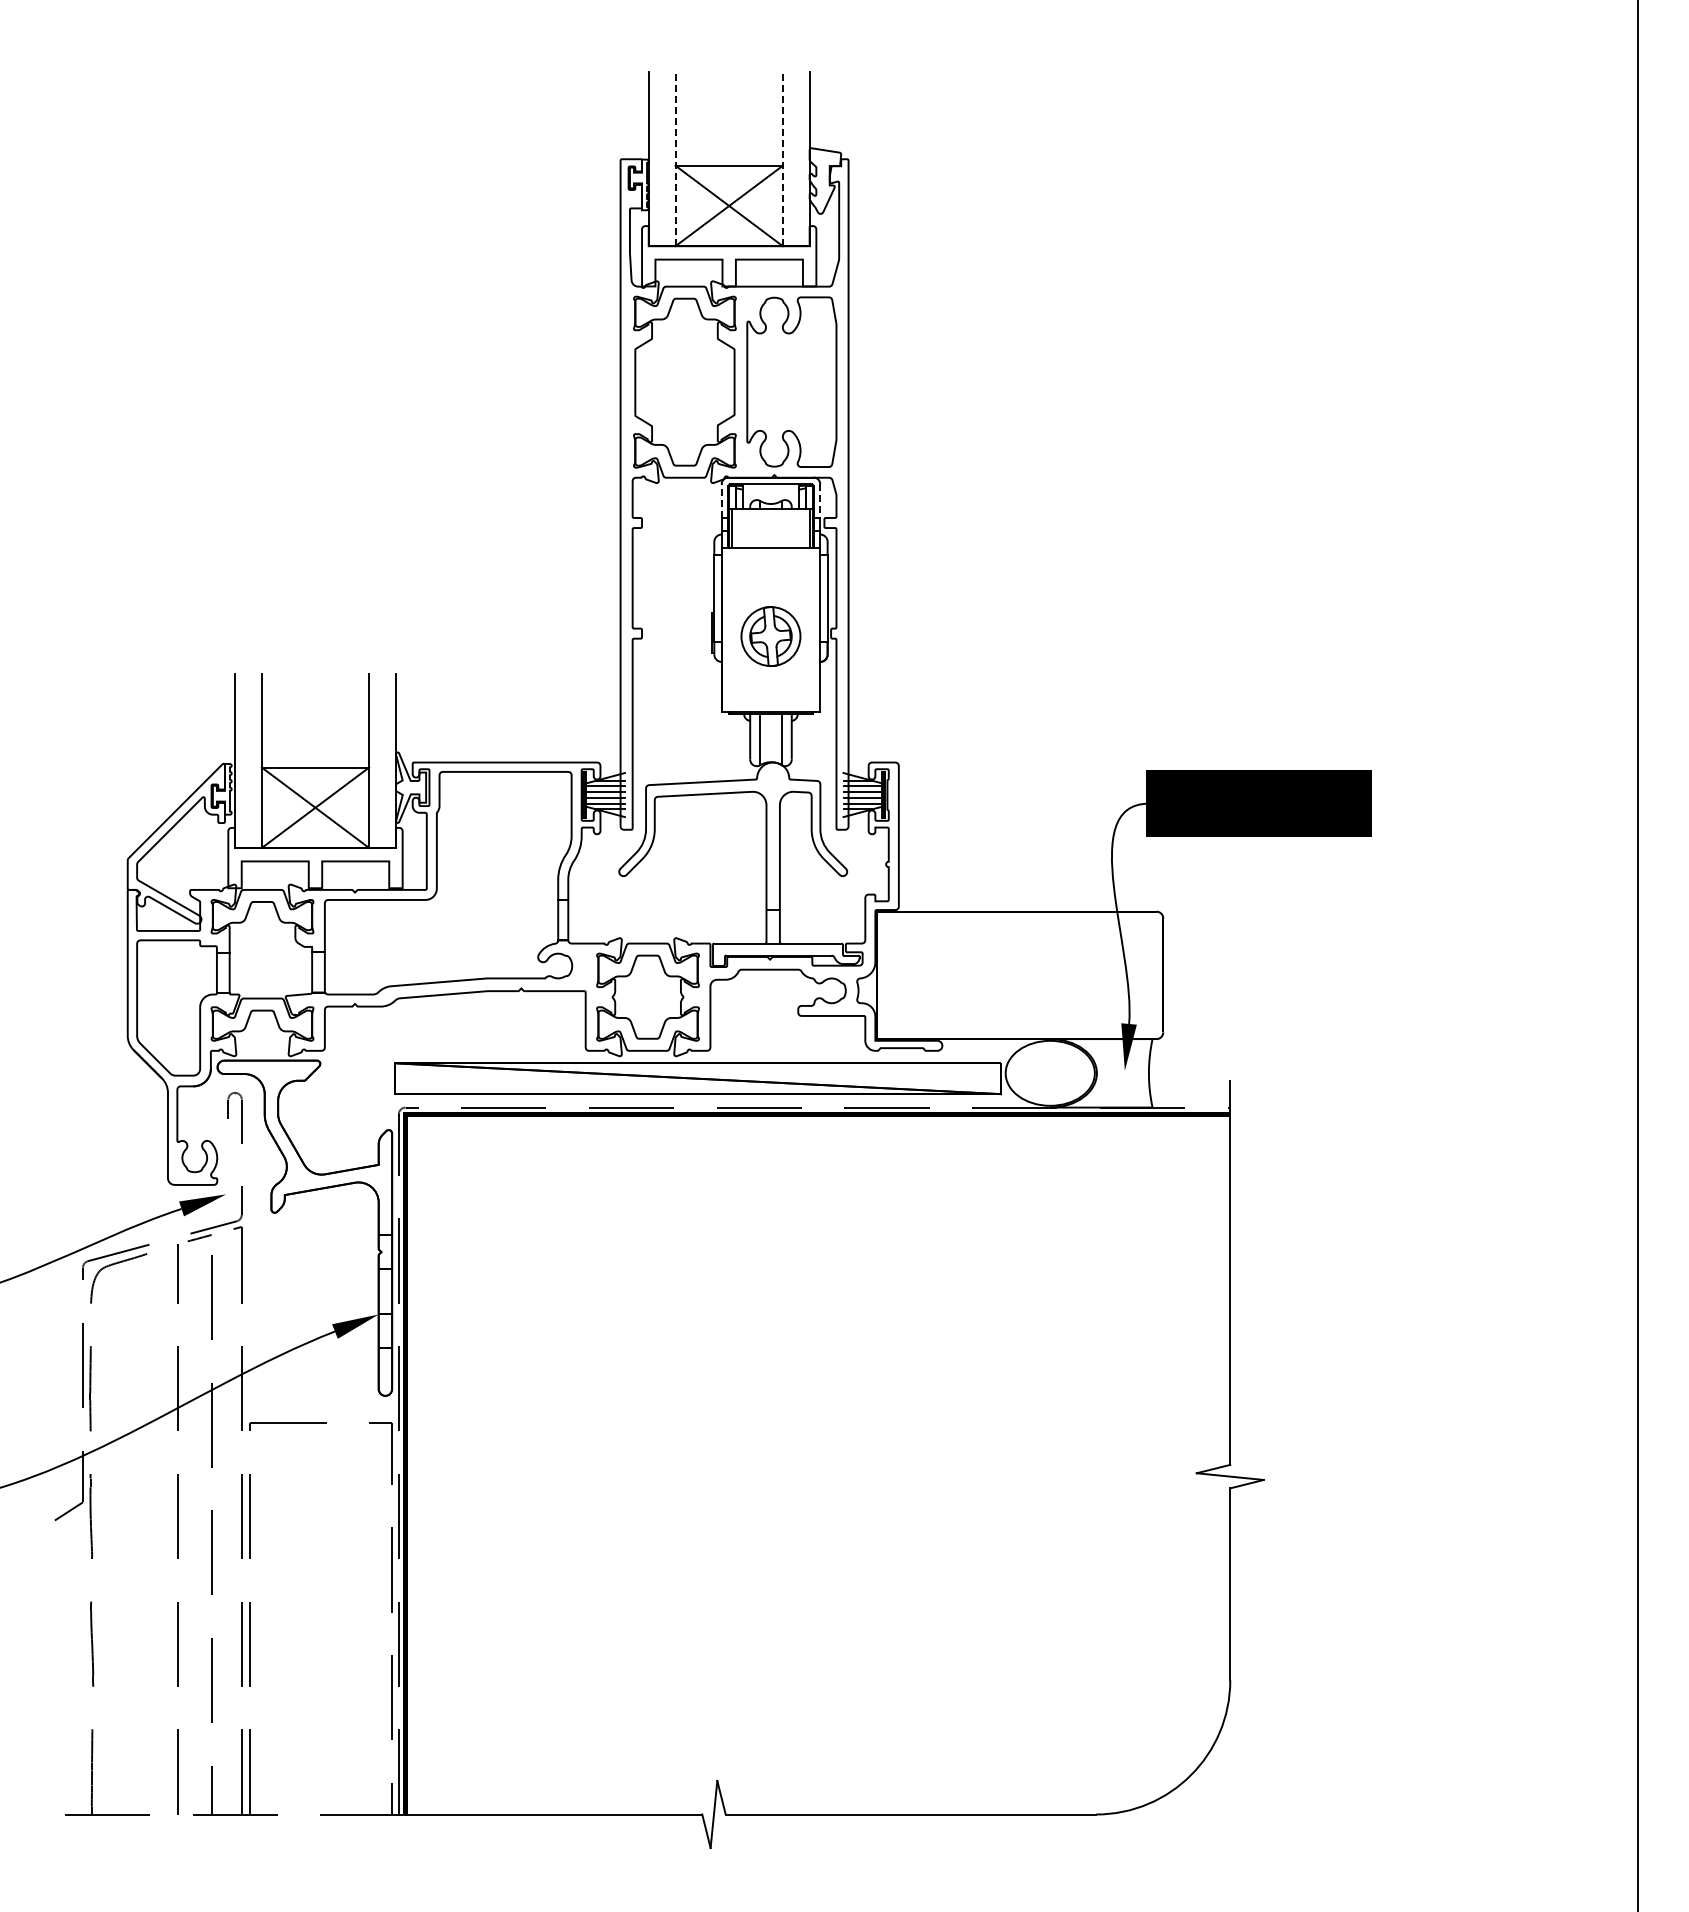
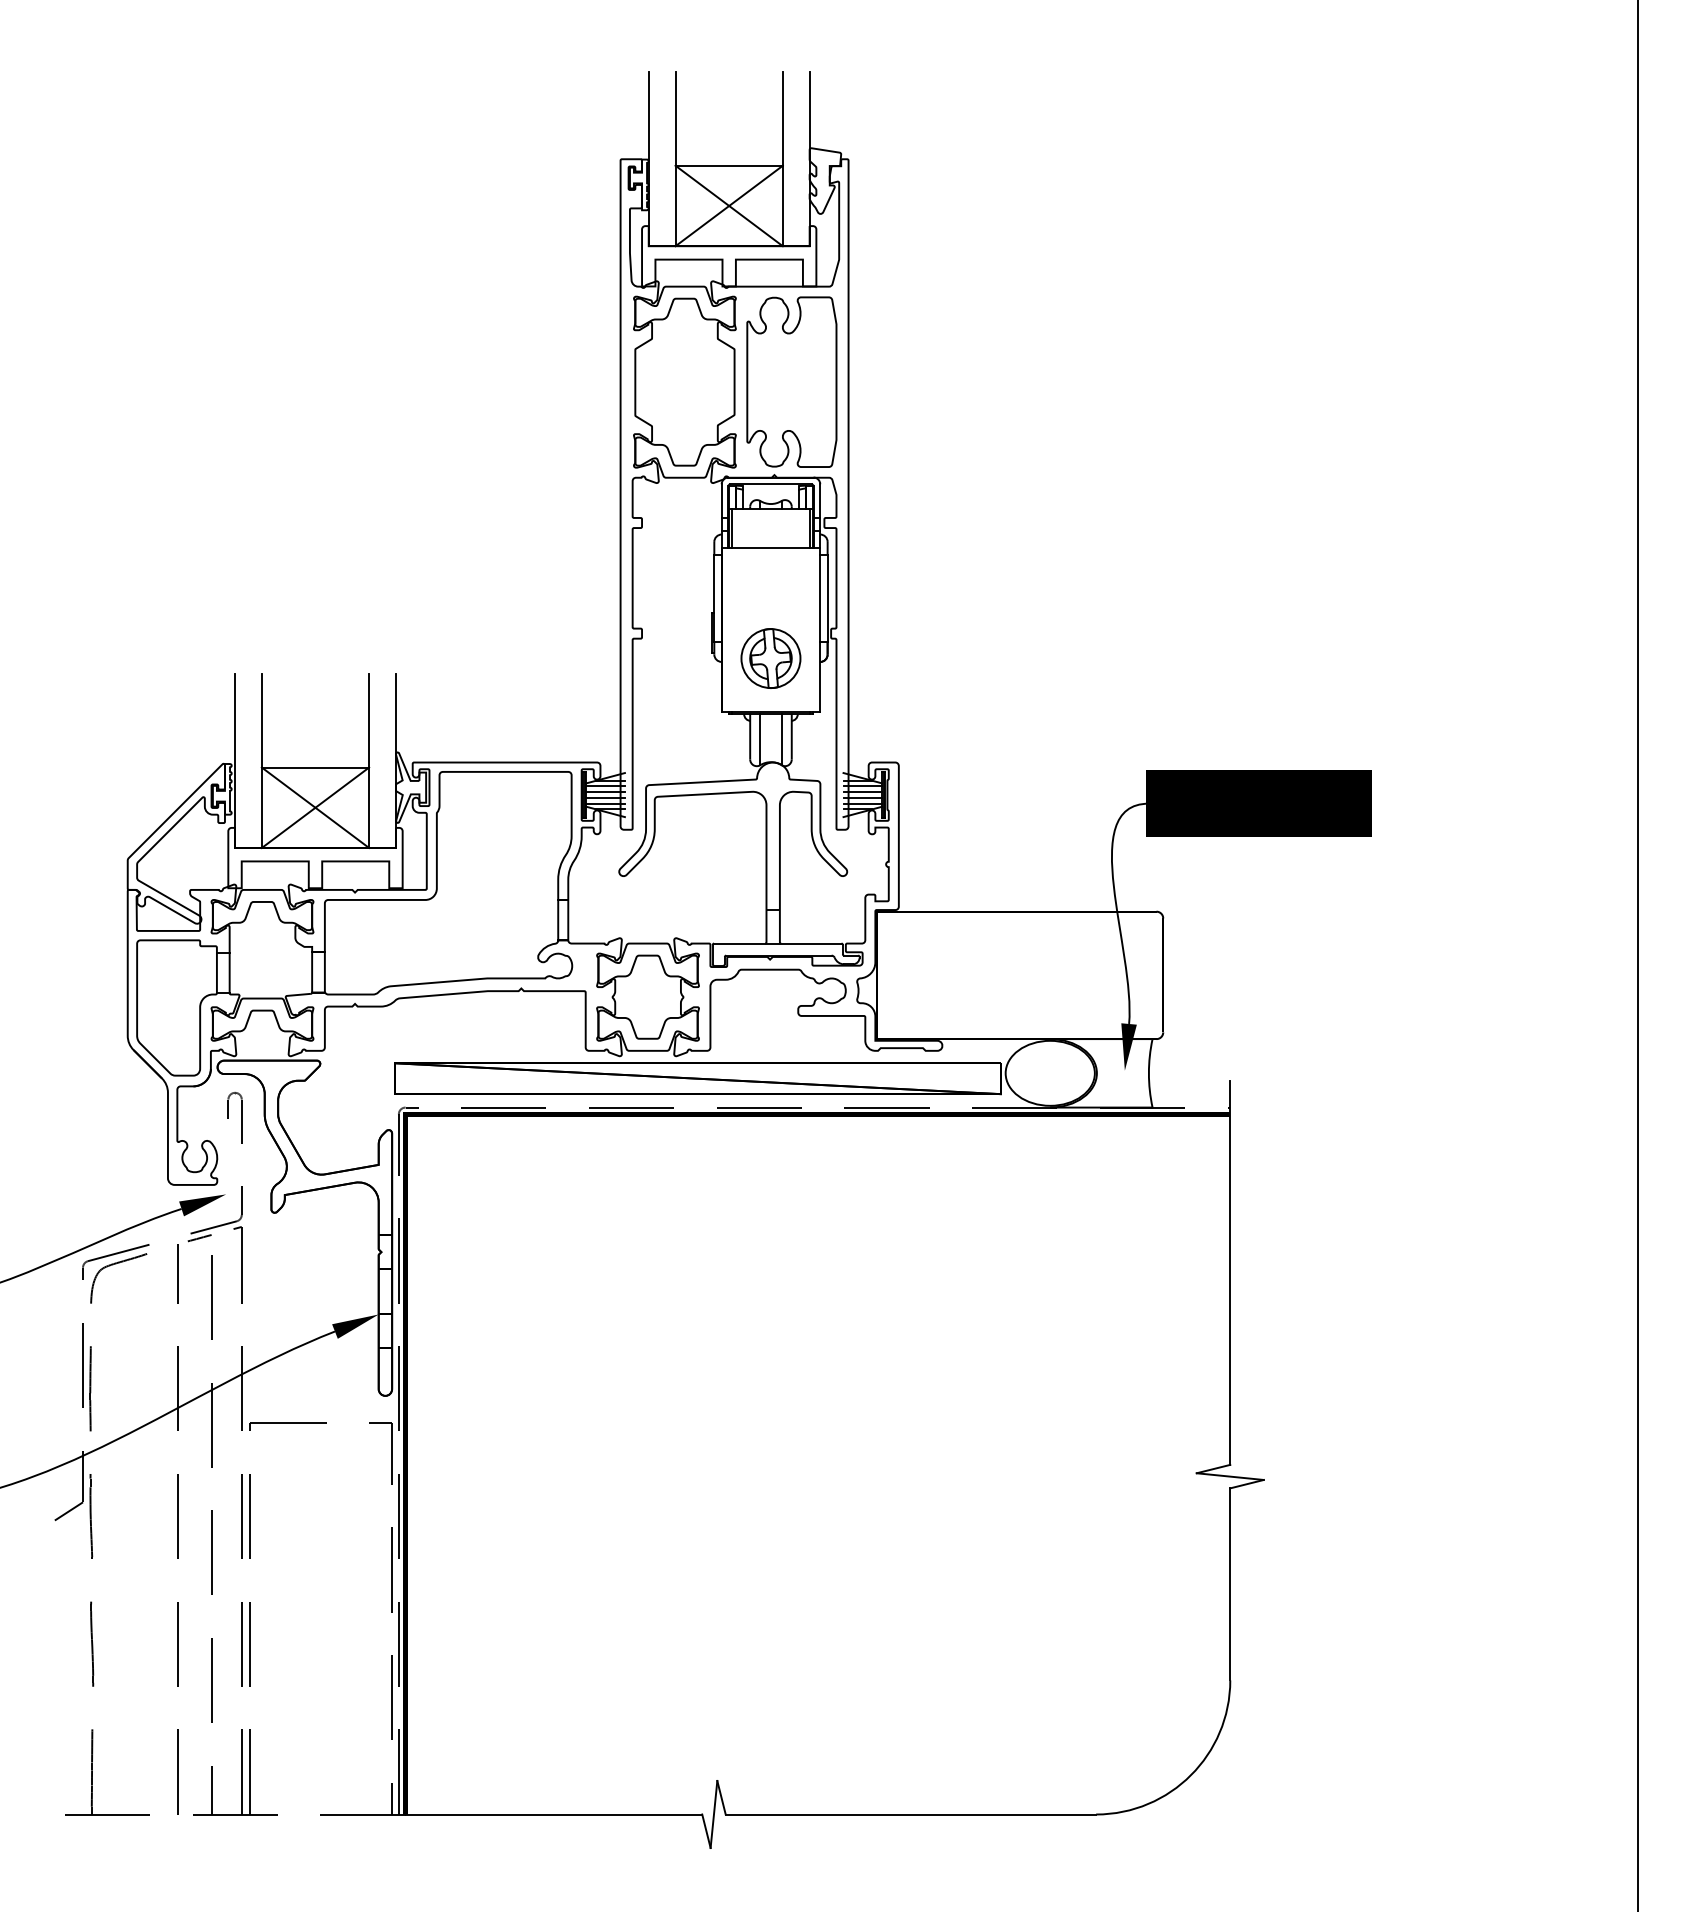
line at (675, 158): dashed -> solid
line at (782, 158): dashed -> solid
line at (721, 501): dashed -> solid
line at (820, 501): dashed -> solid
part at (770, 636) position: (770, 636) -> (770, 658)
